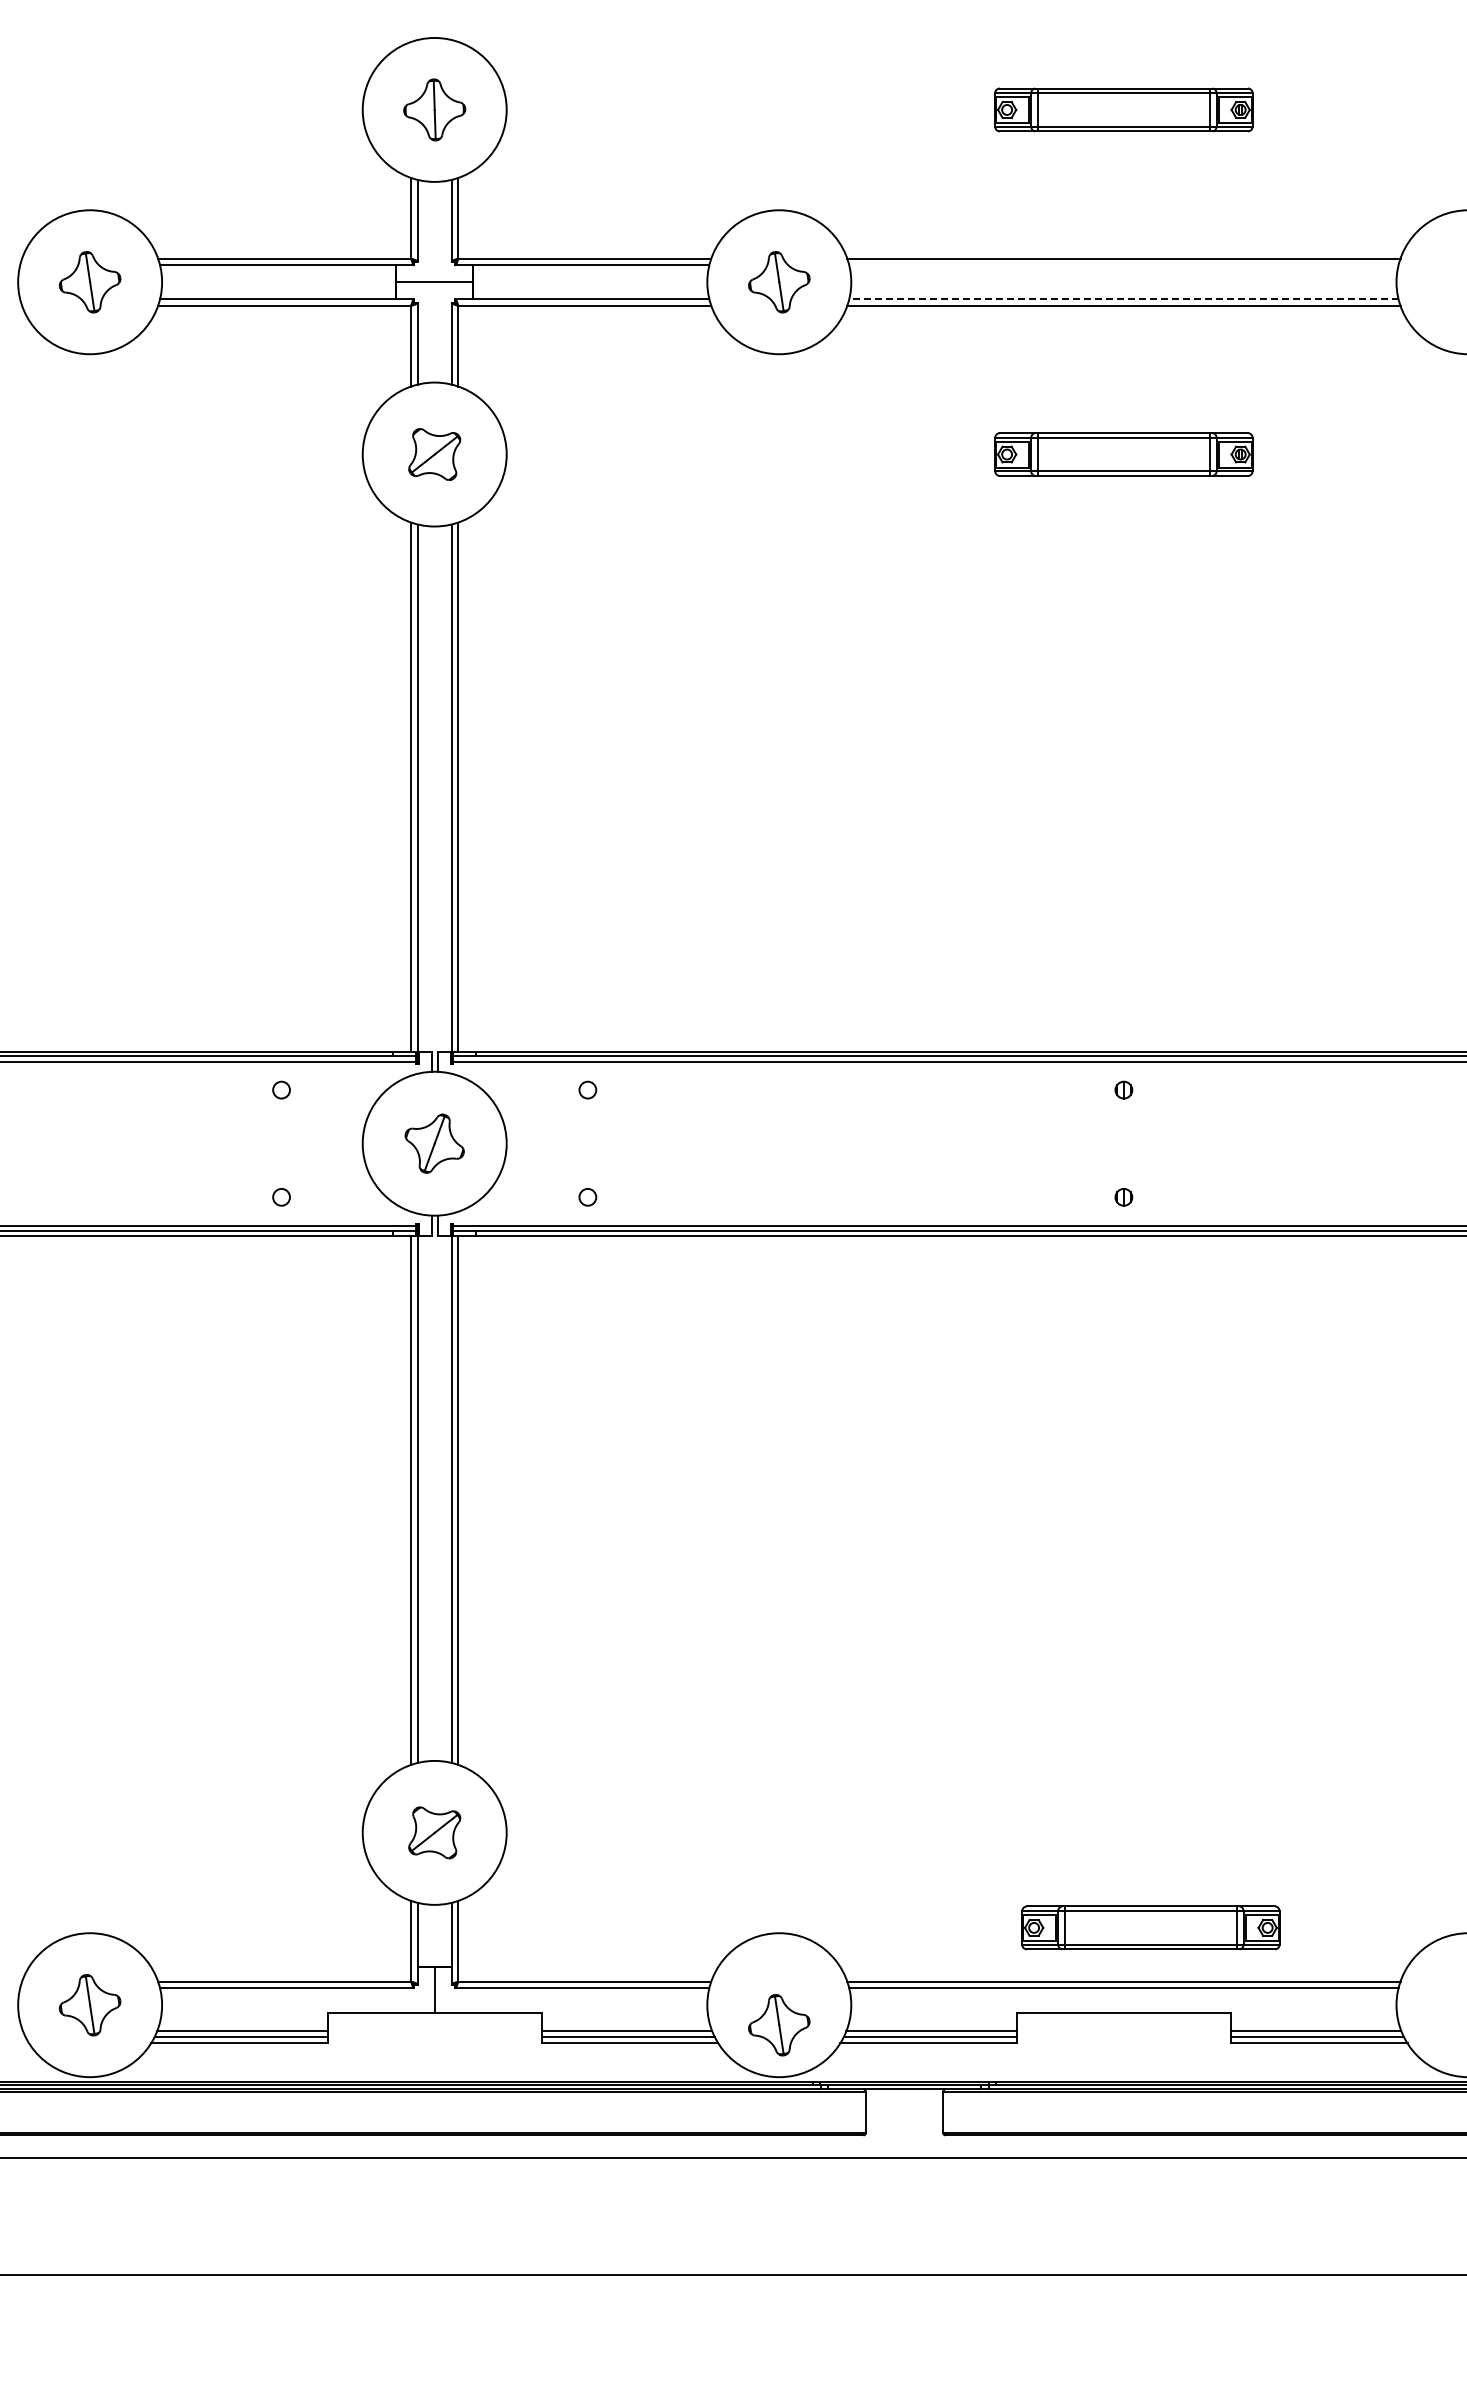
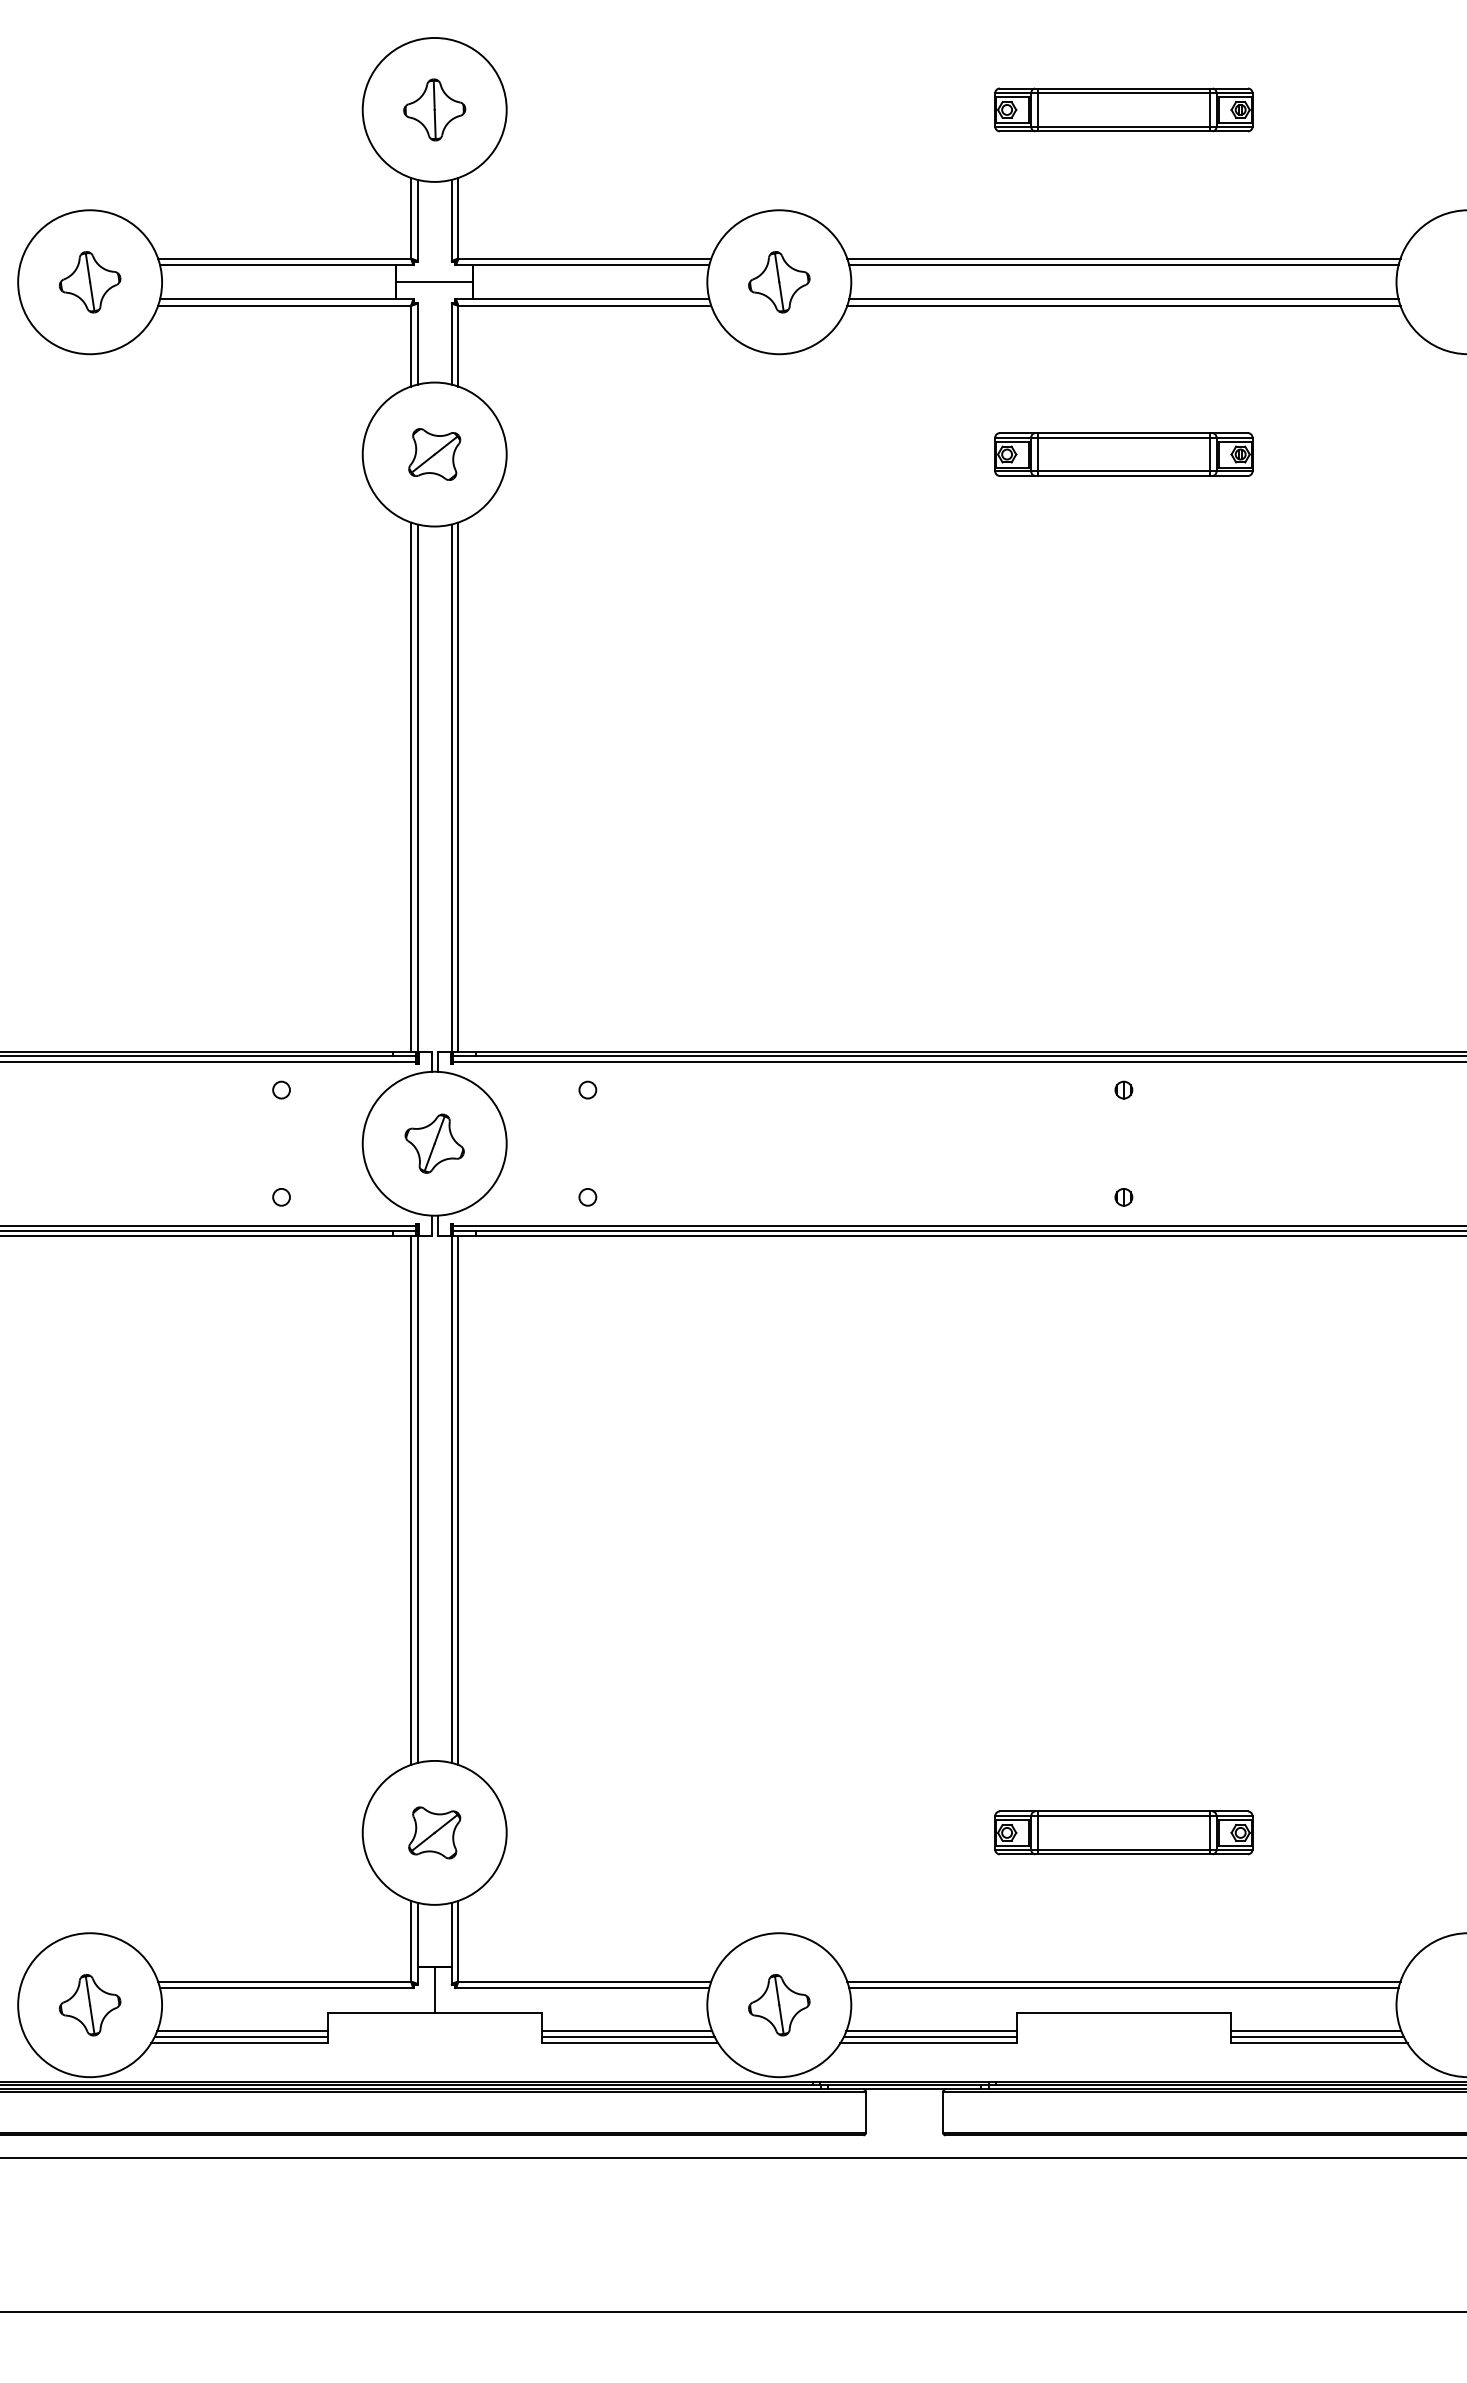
line at (1123, 265): none -> present
line at (1123, 299): dashed -> solid
part at (1150, 1927) position: (1150, 1927) -> (1123, 1832)
part at (779, 2025) position: (779, 2025) -> (779, 2005)
line at (732, 2274) position: (732, 2274) -> (732, 2311)
